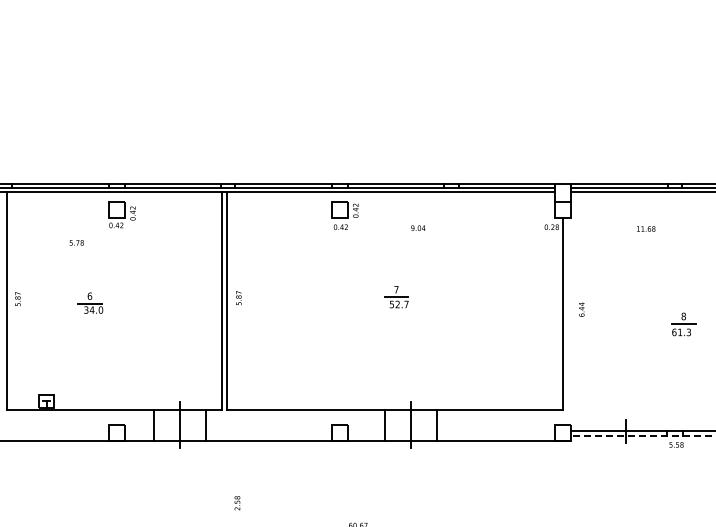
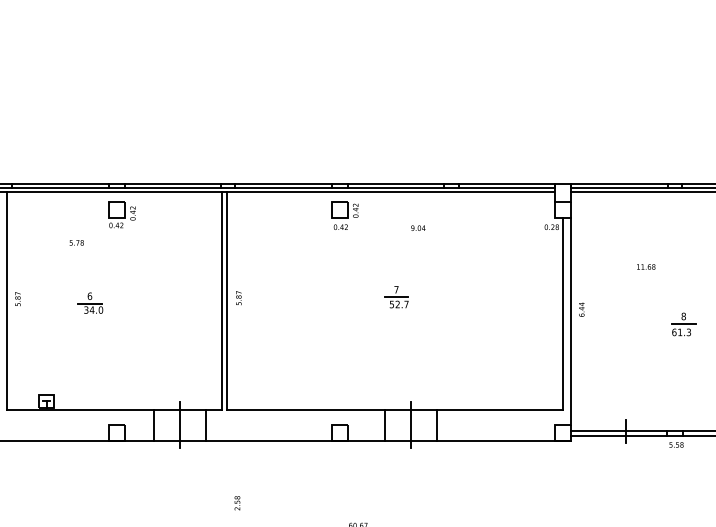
text at (646, 228) position: (646, 228) -> (646, 266)
line at (570, 321): none -> present
line at (642, 435): dashed -> solid
